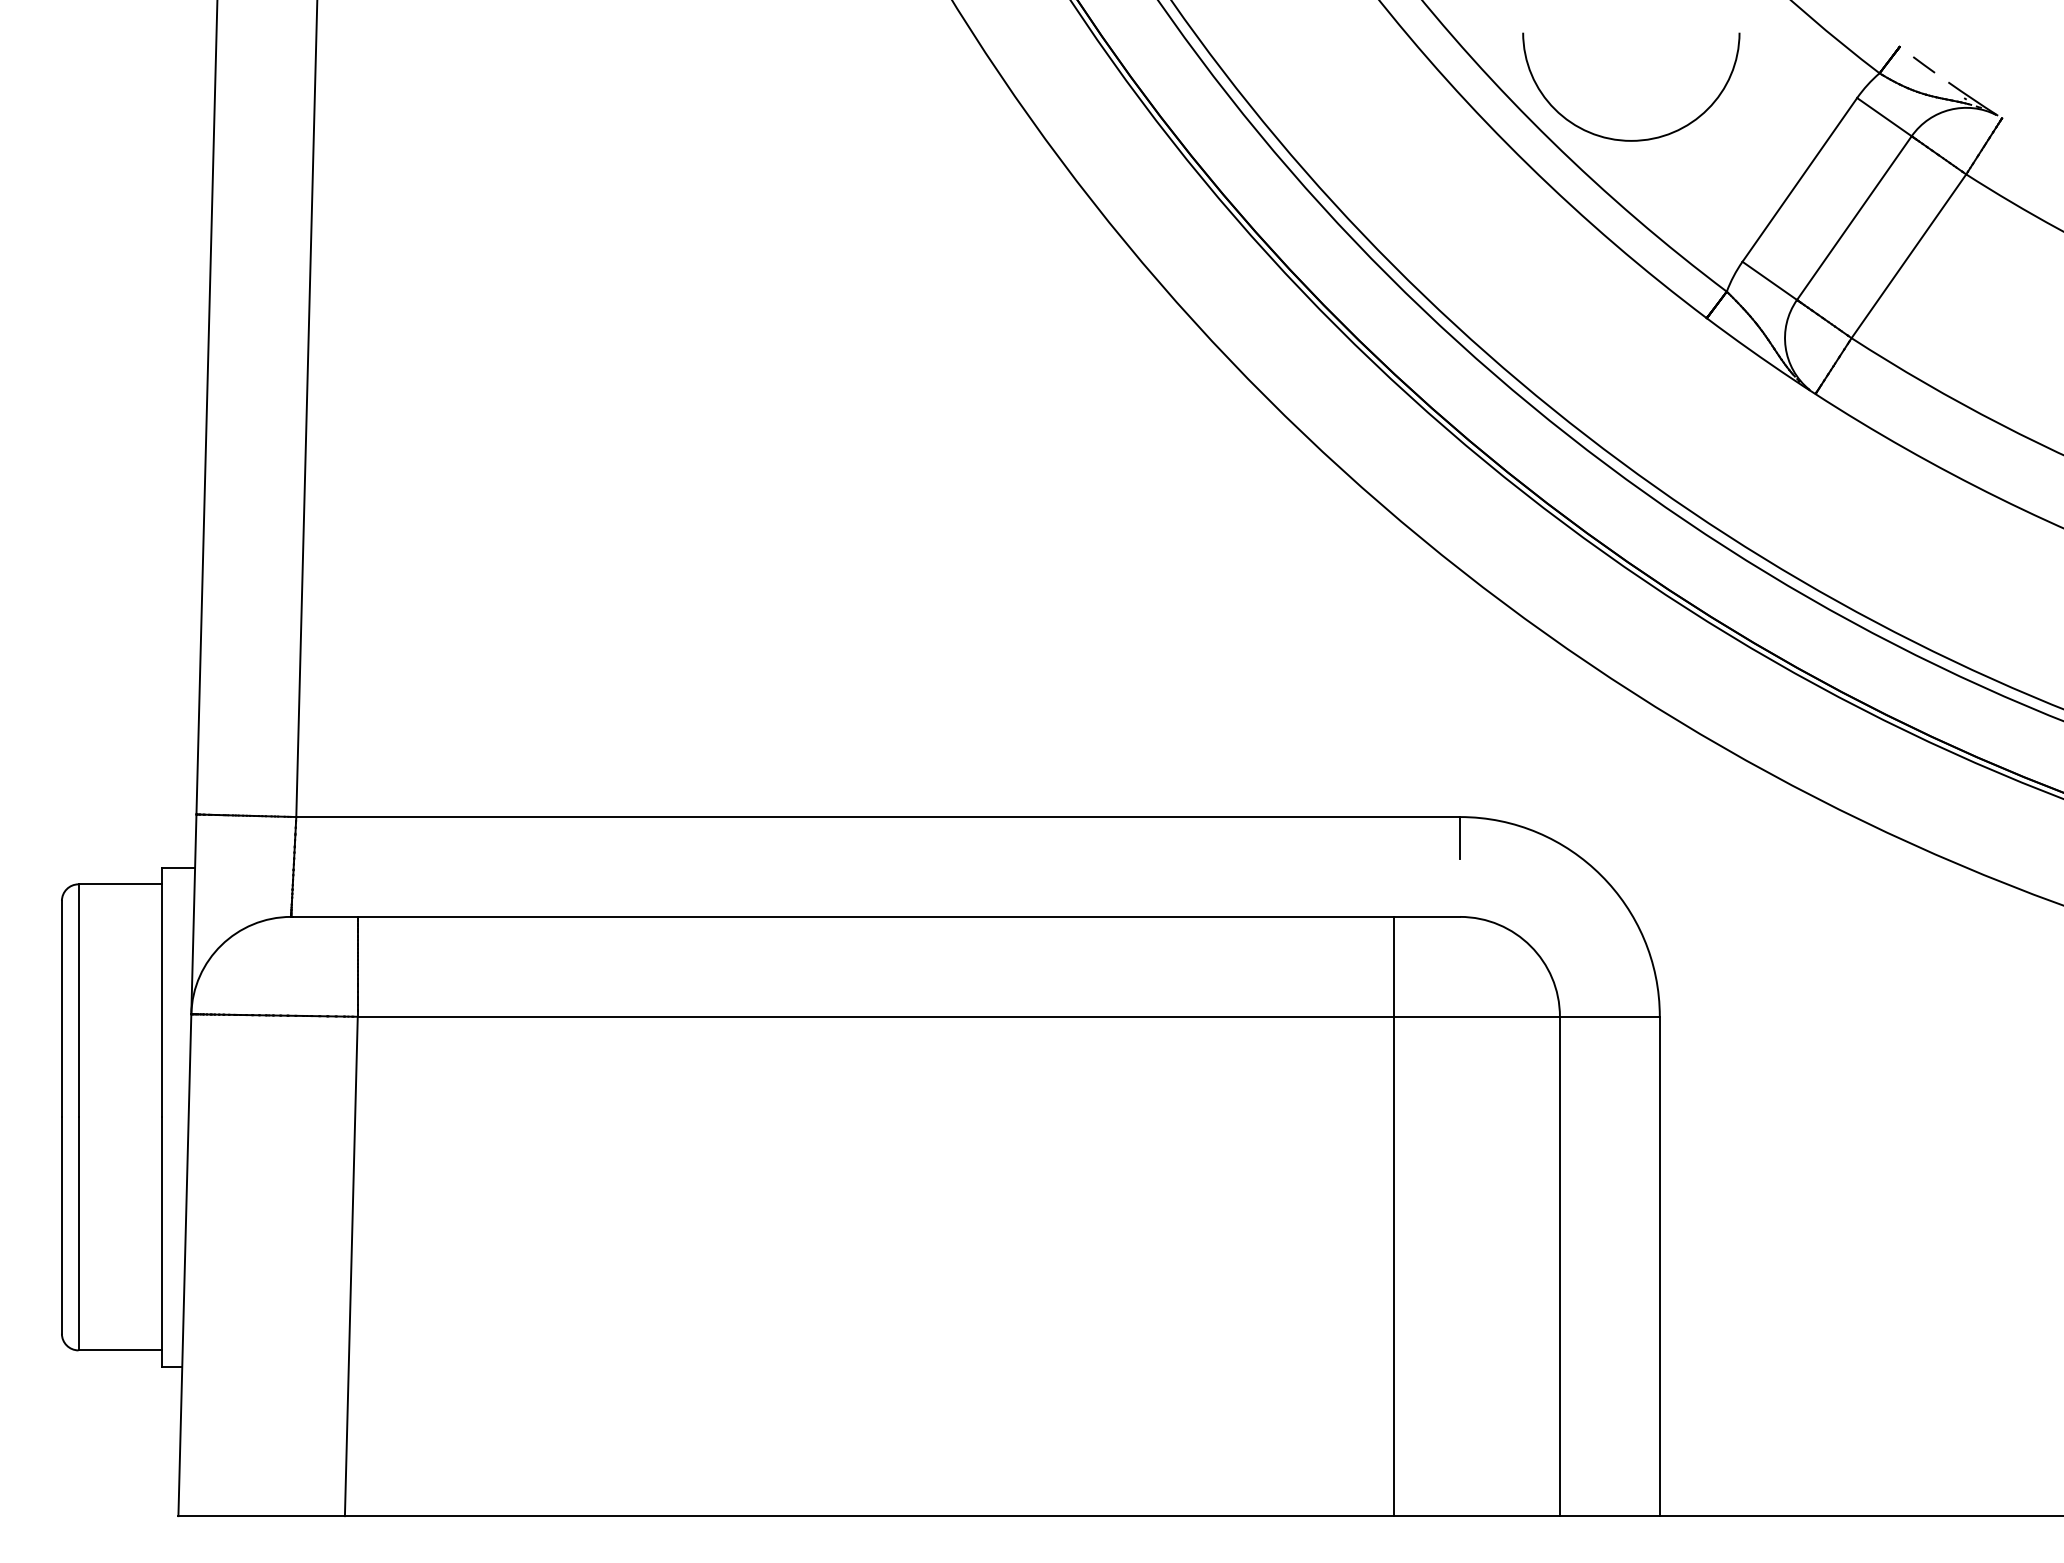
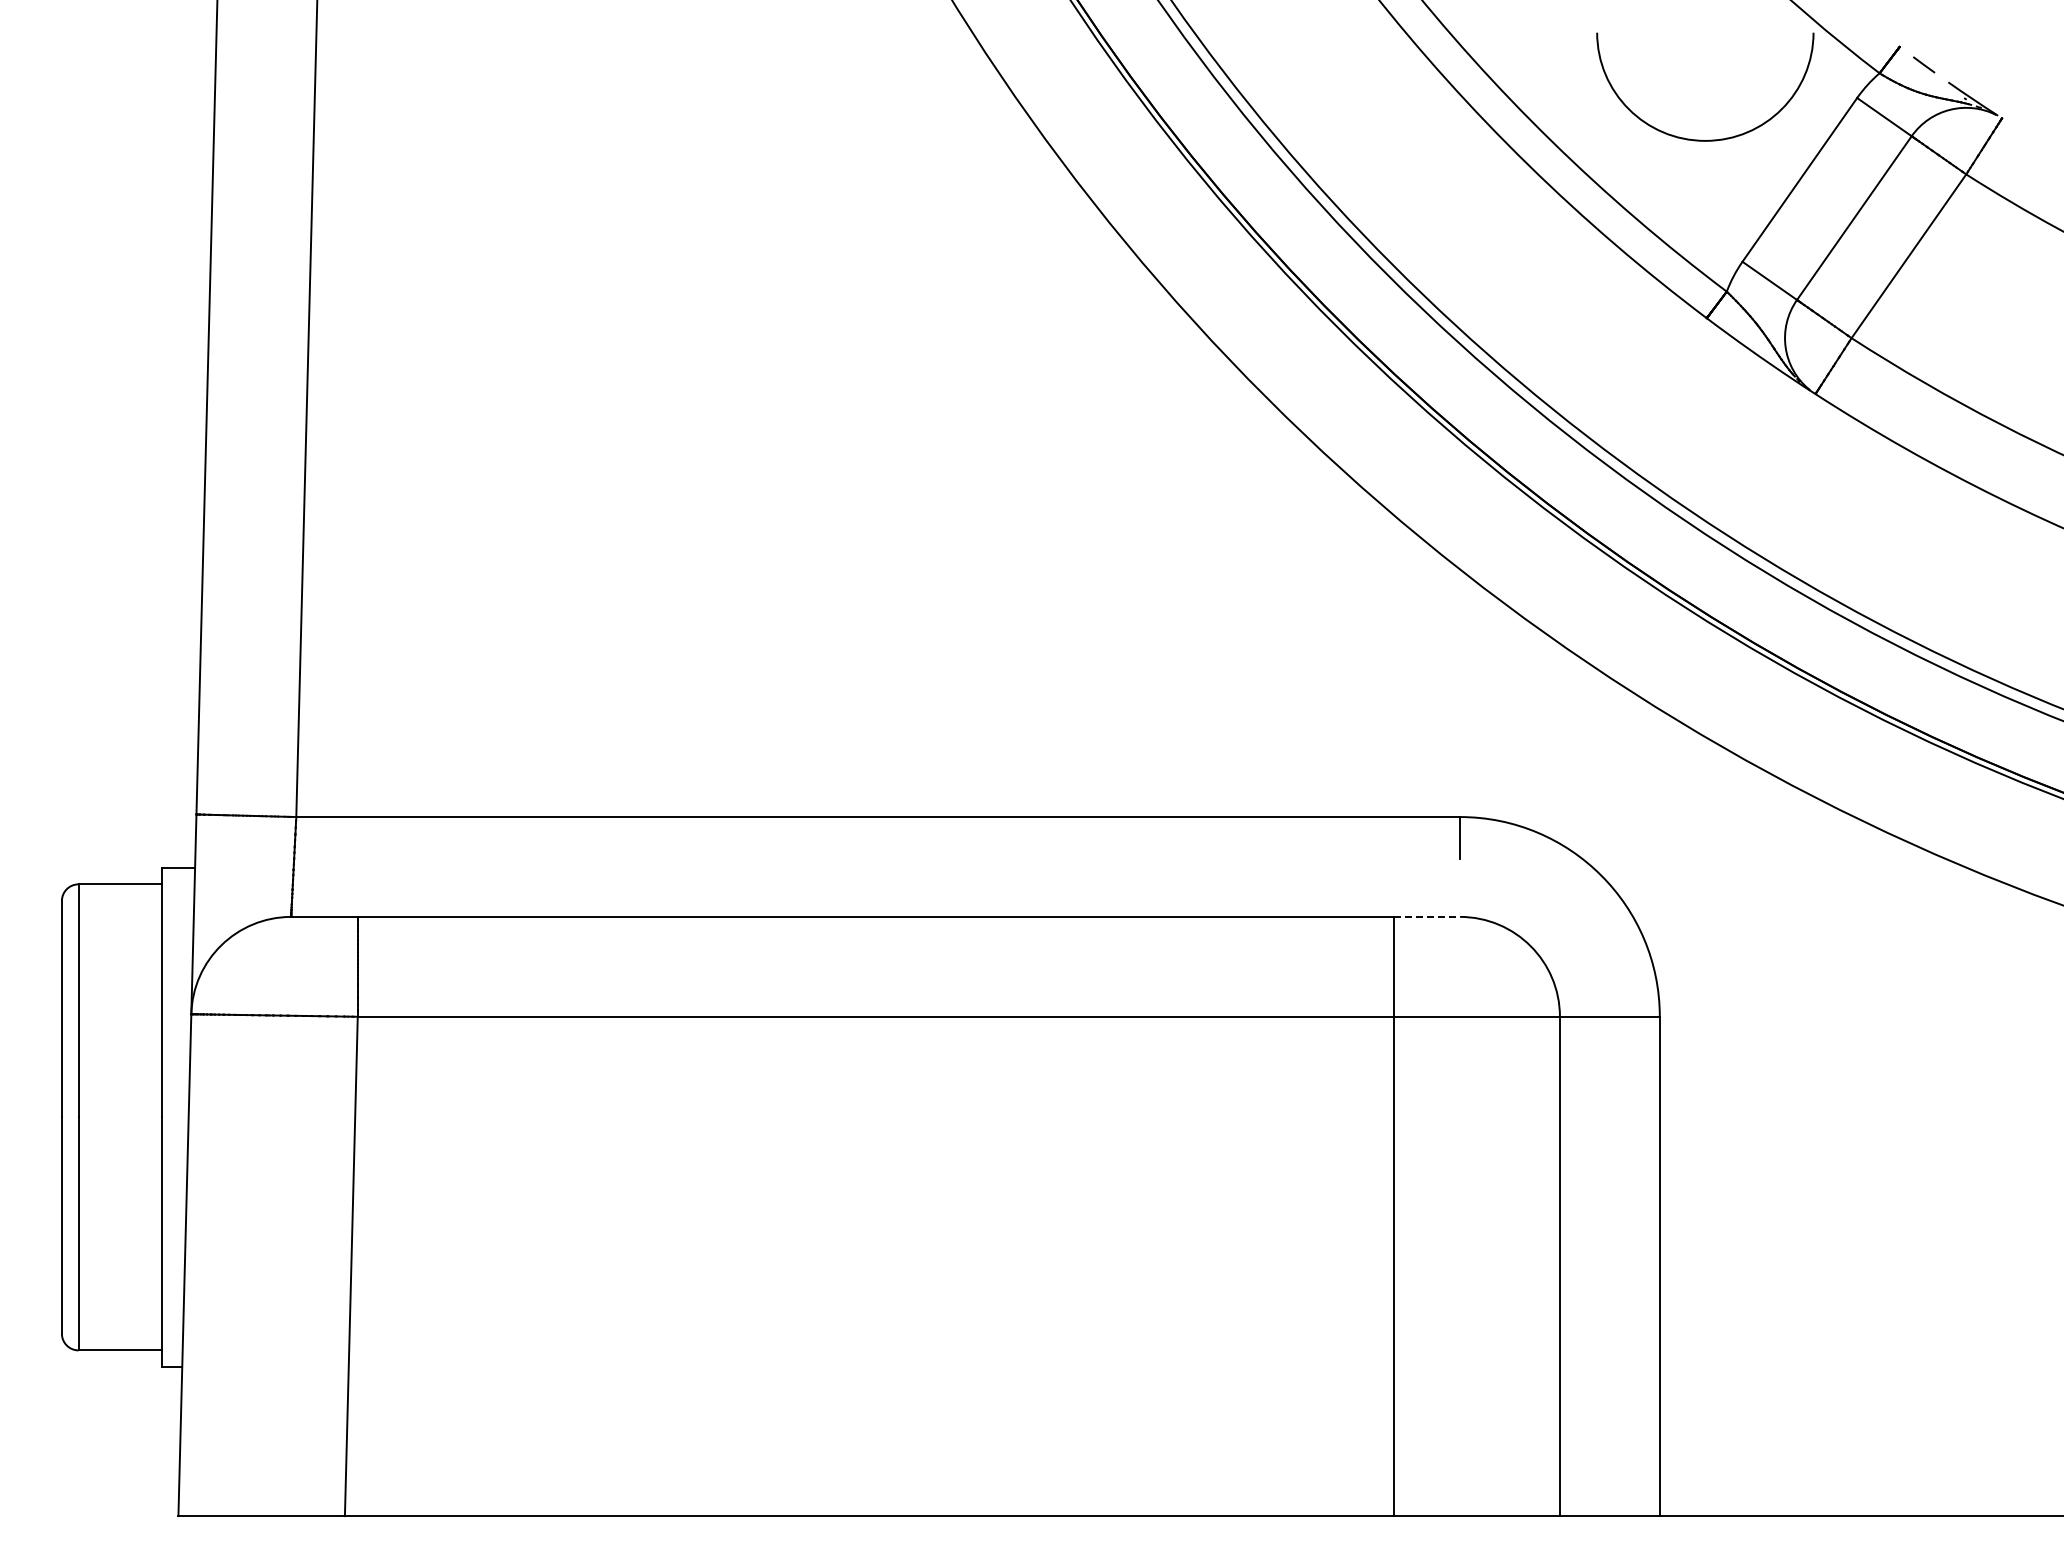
arc at (1627, 139) position: (1627, 139) -> (1701, 139)
line at (1427, 916): solid -> dashed
